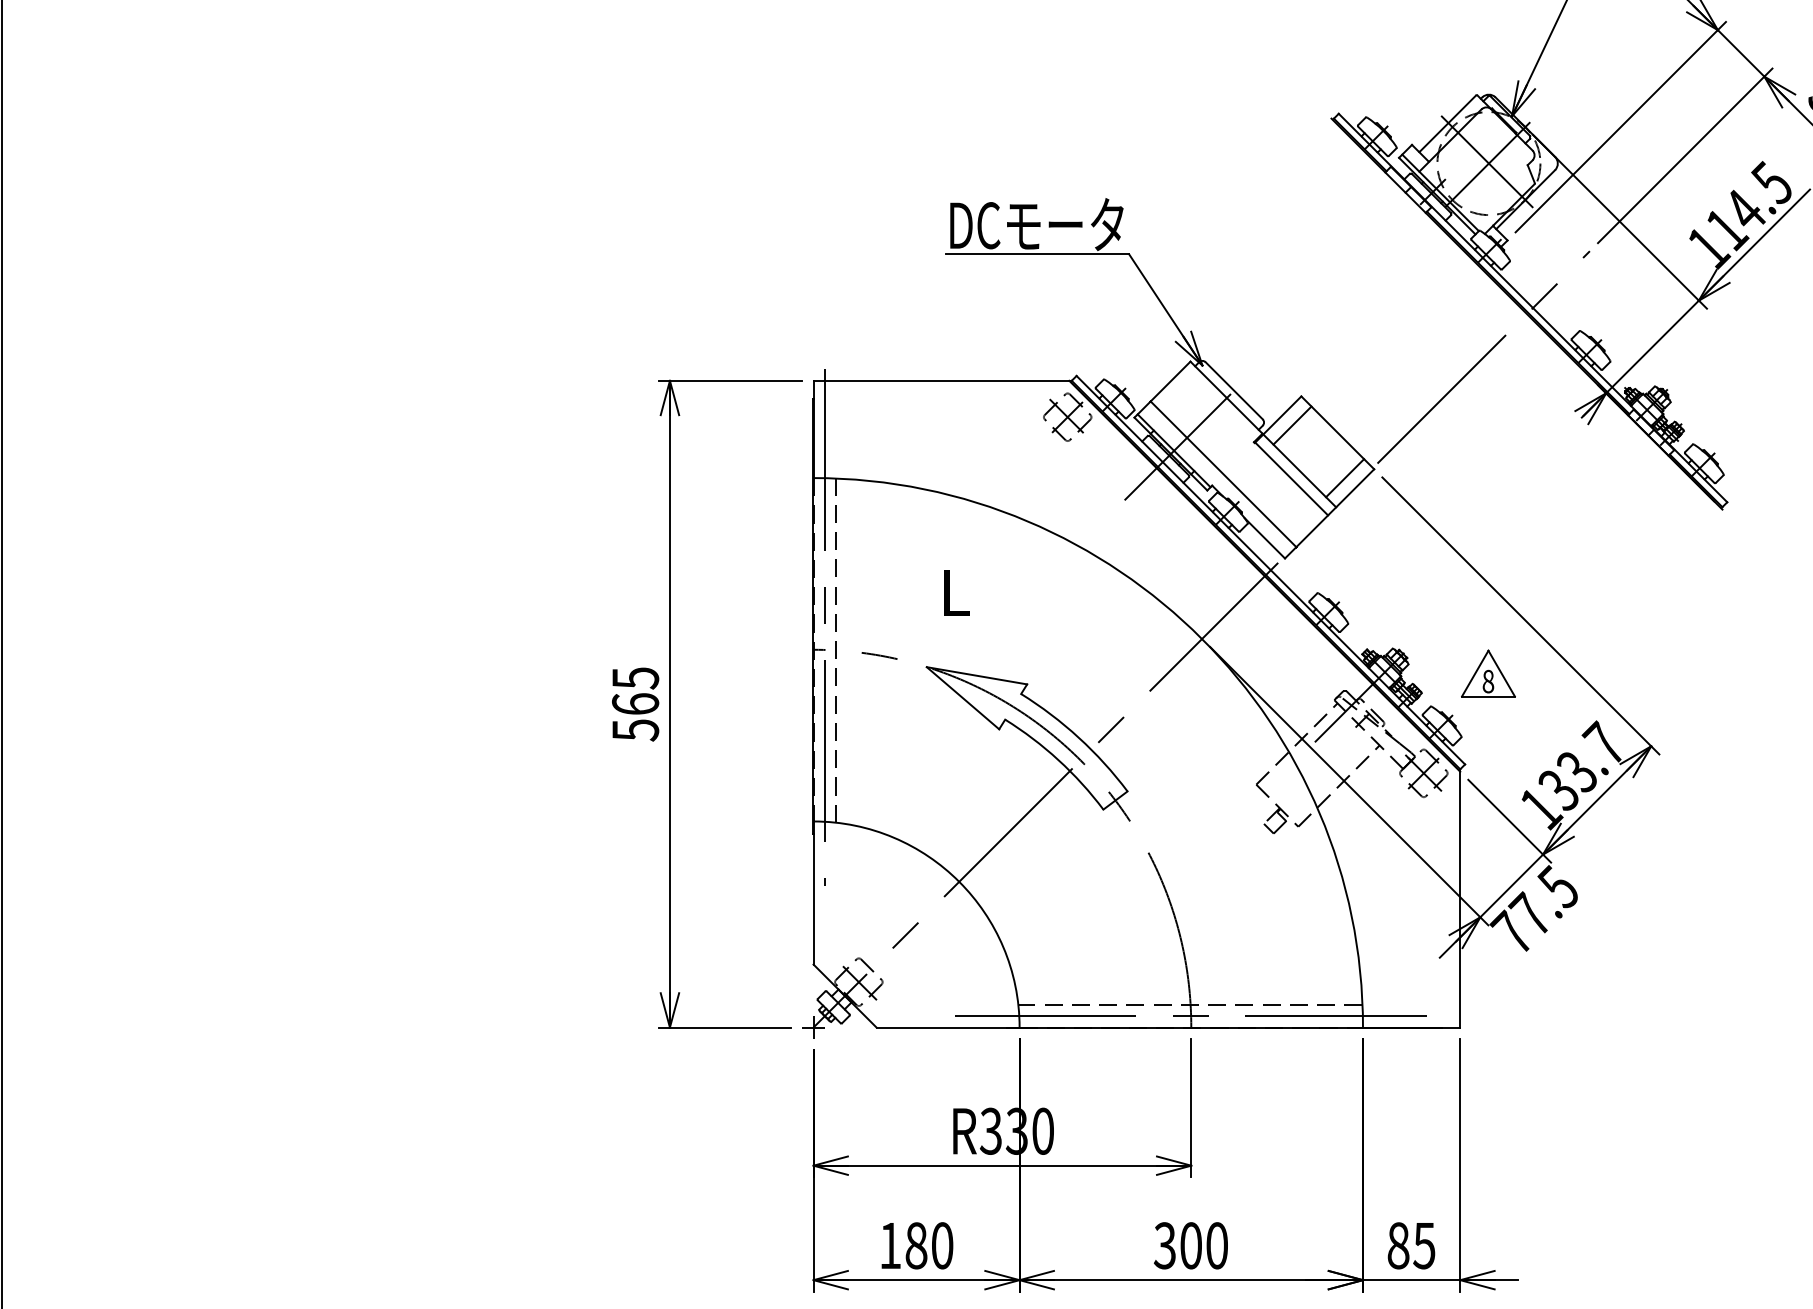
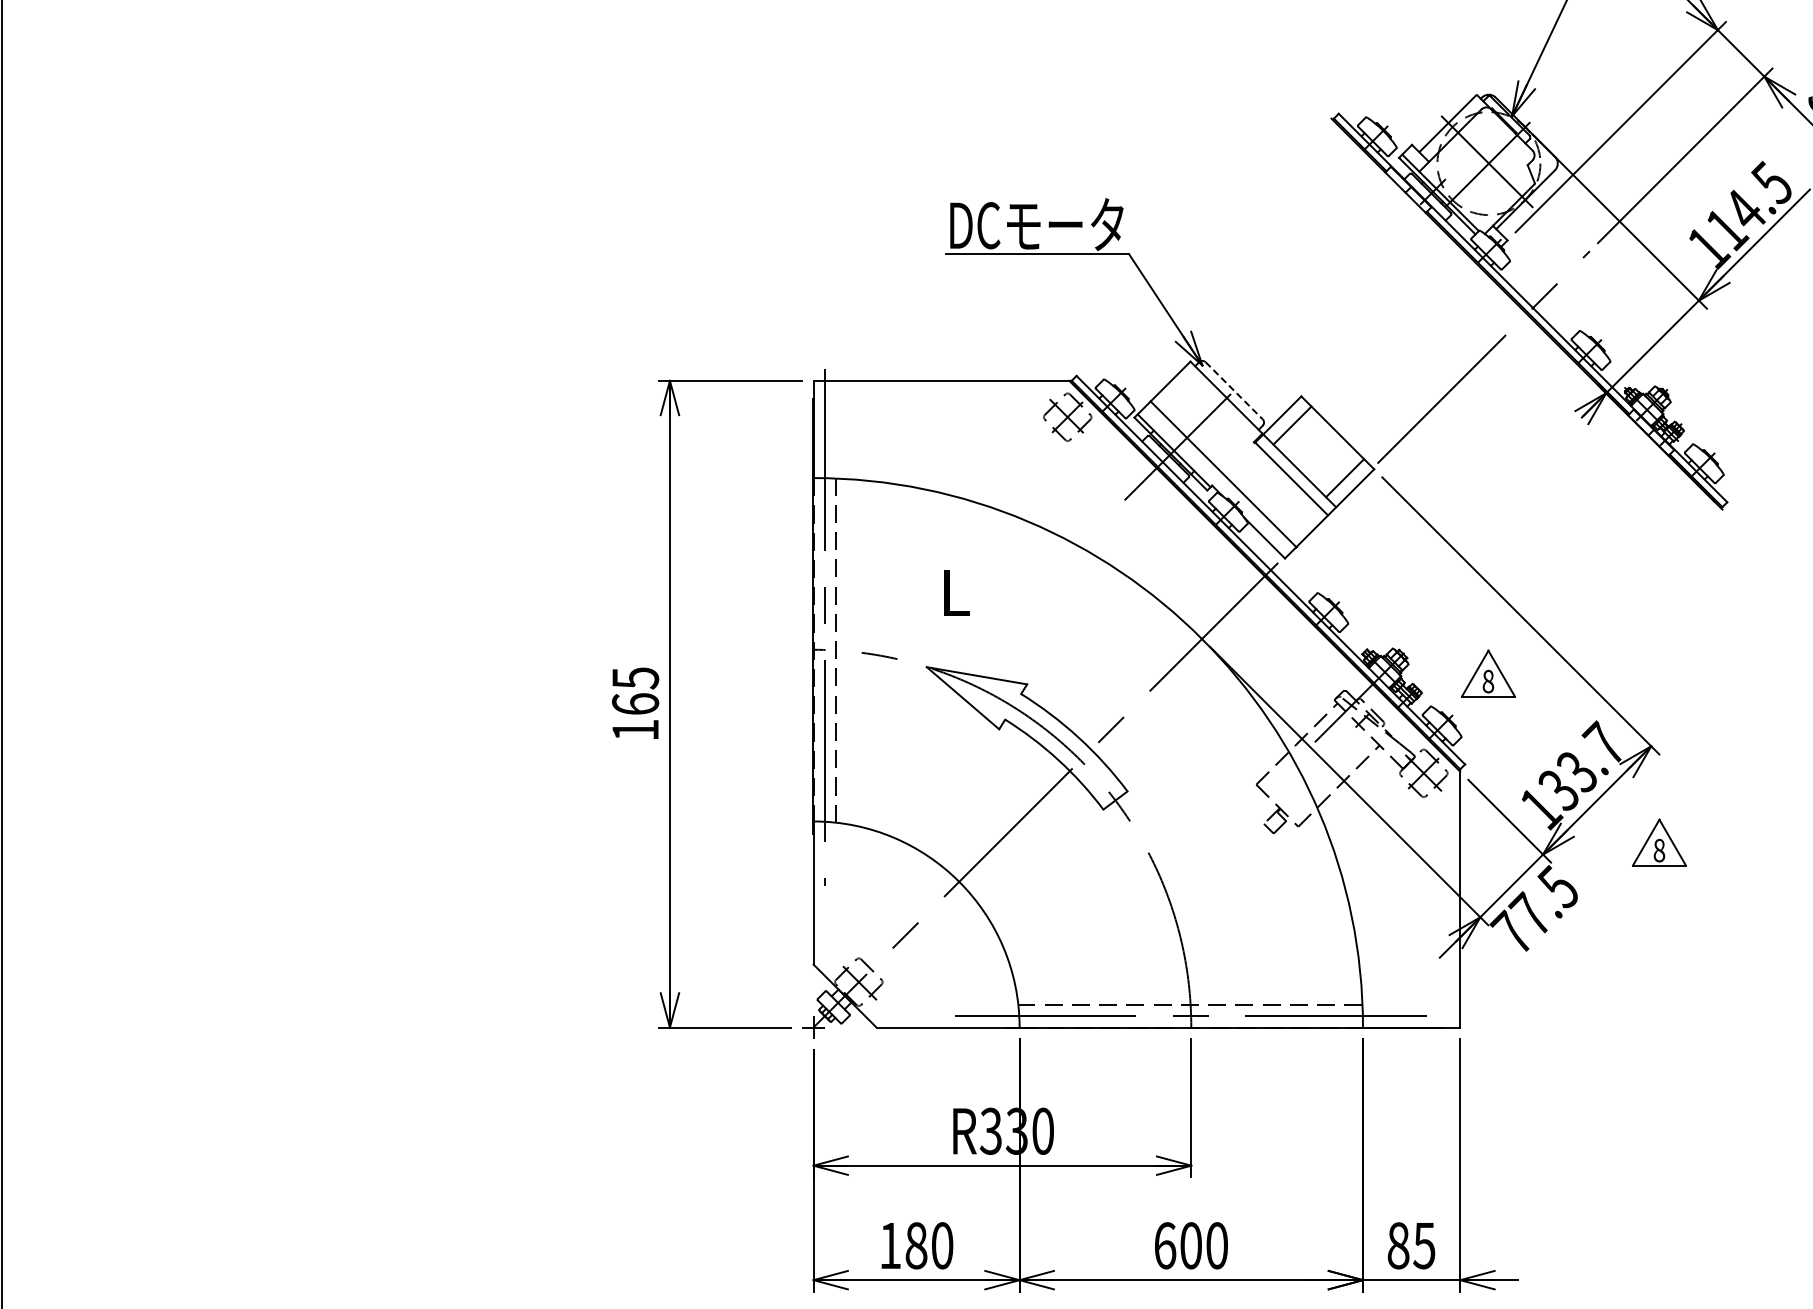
line at (1234, 391): solid -> dashed
text at (635, 730): 565 -> 165
part at (1659, 842): none -> present
text at (1164, 1245): 300 -> 600
